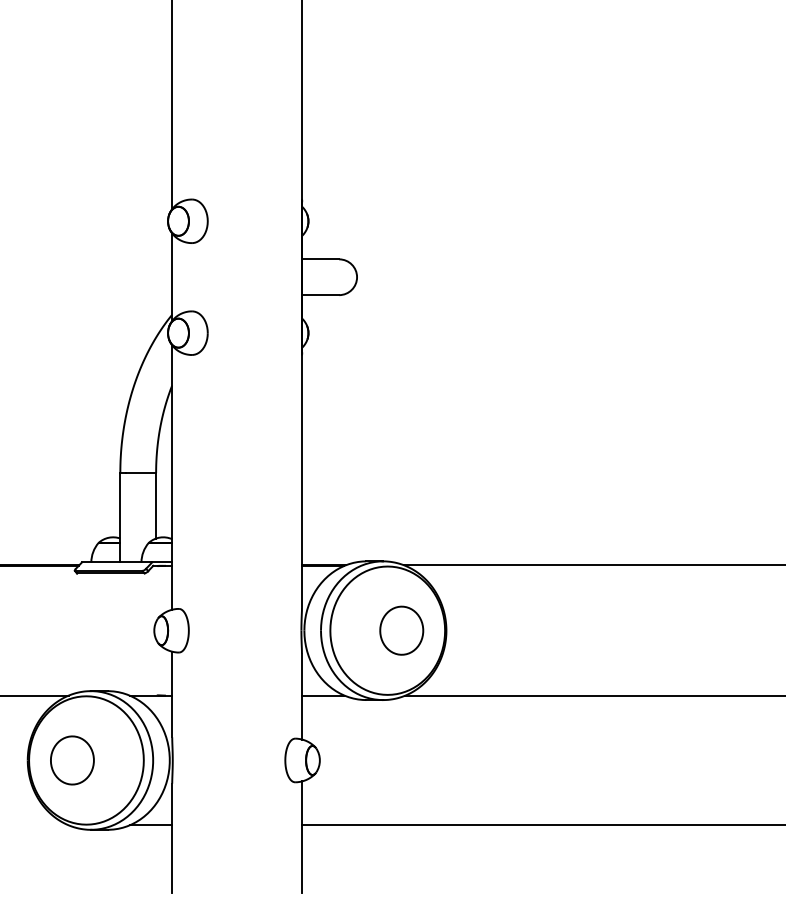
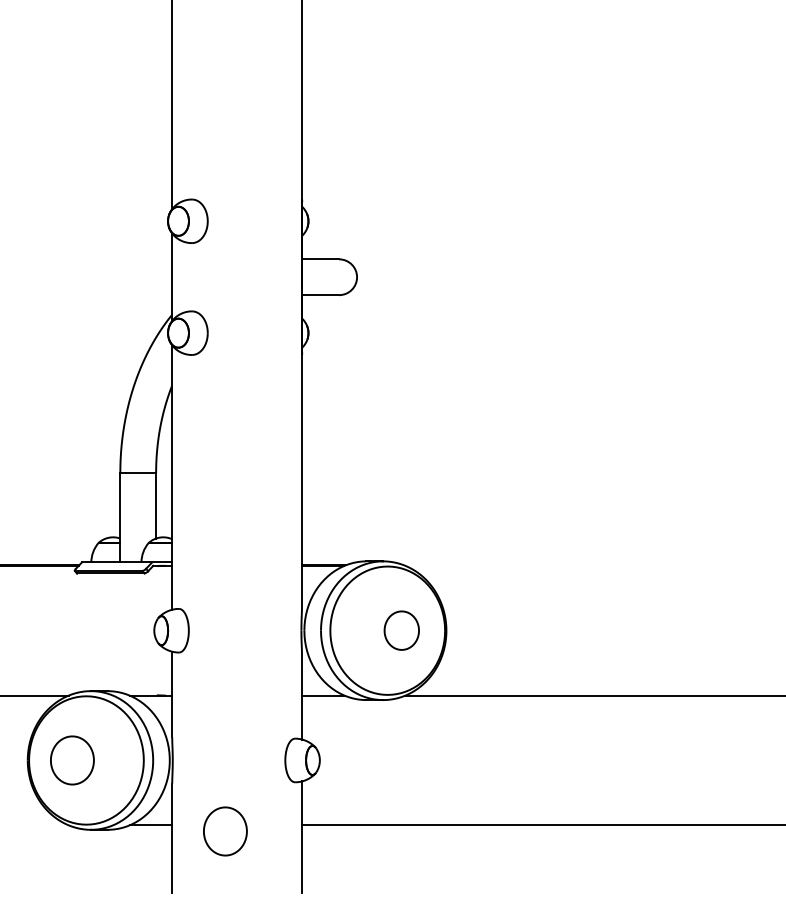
line at (592, 565): present -> none
part at (401, 630) size: 46x51 px -> 37x41 px
part at (225, 831): none -> present
